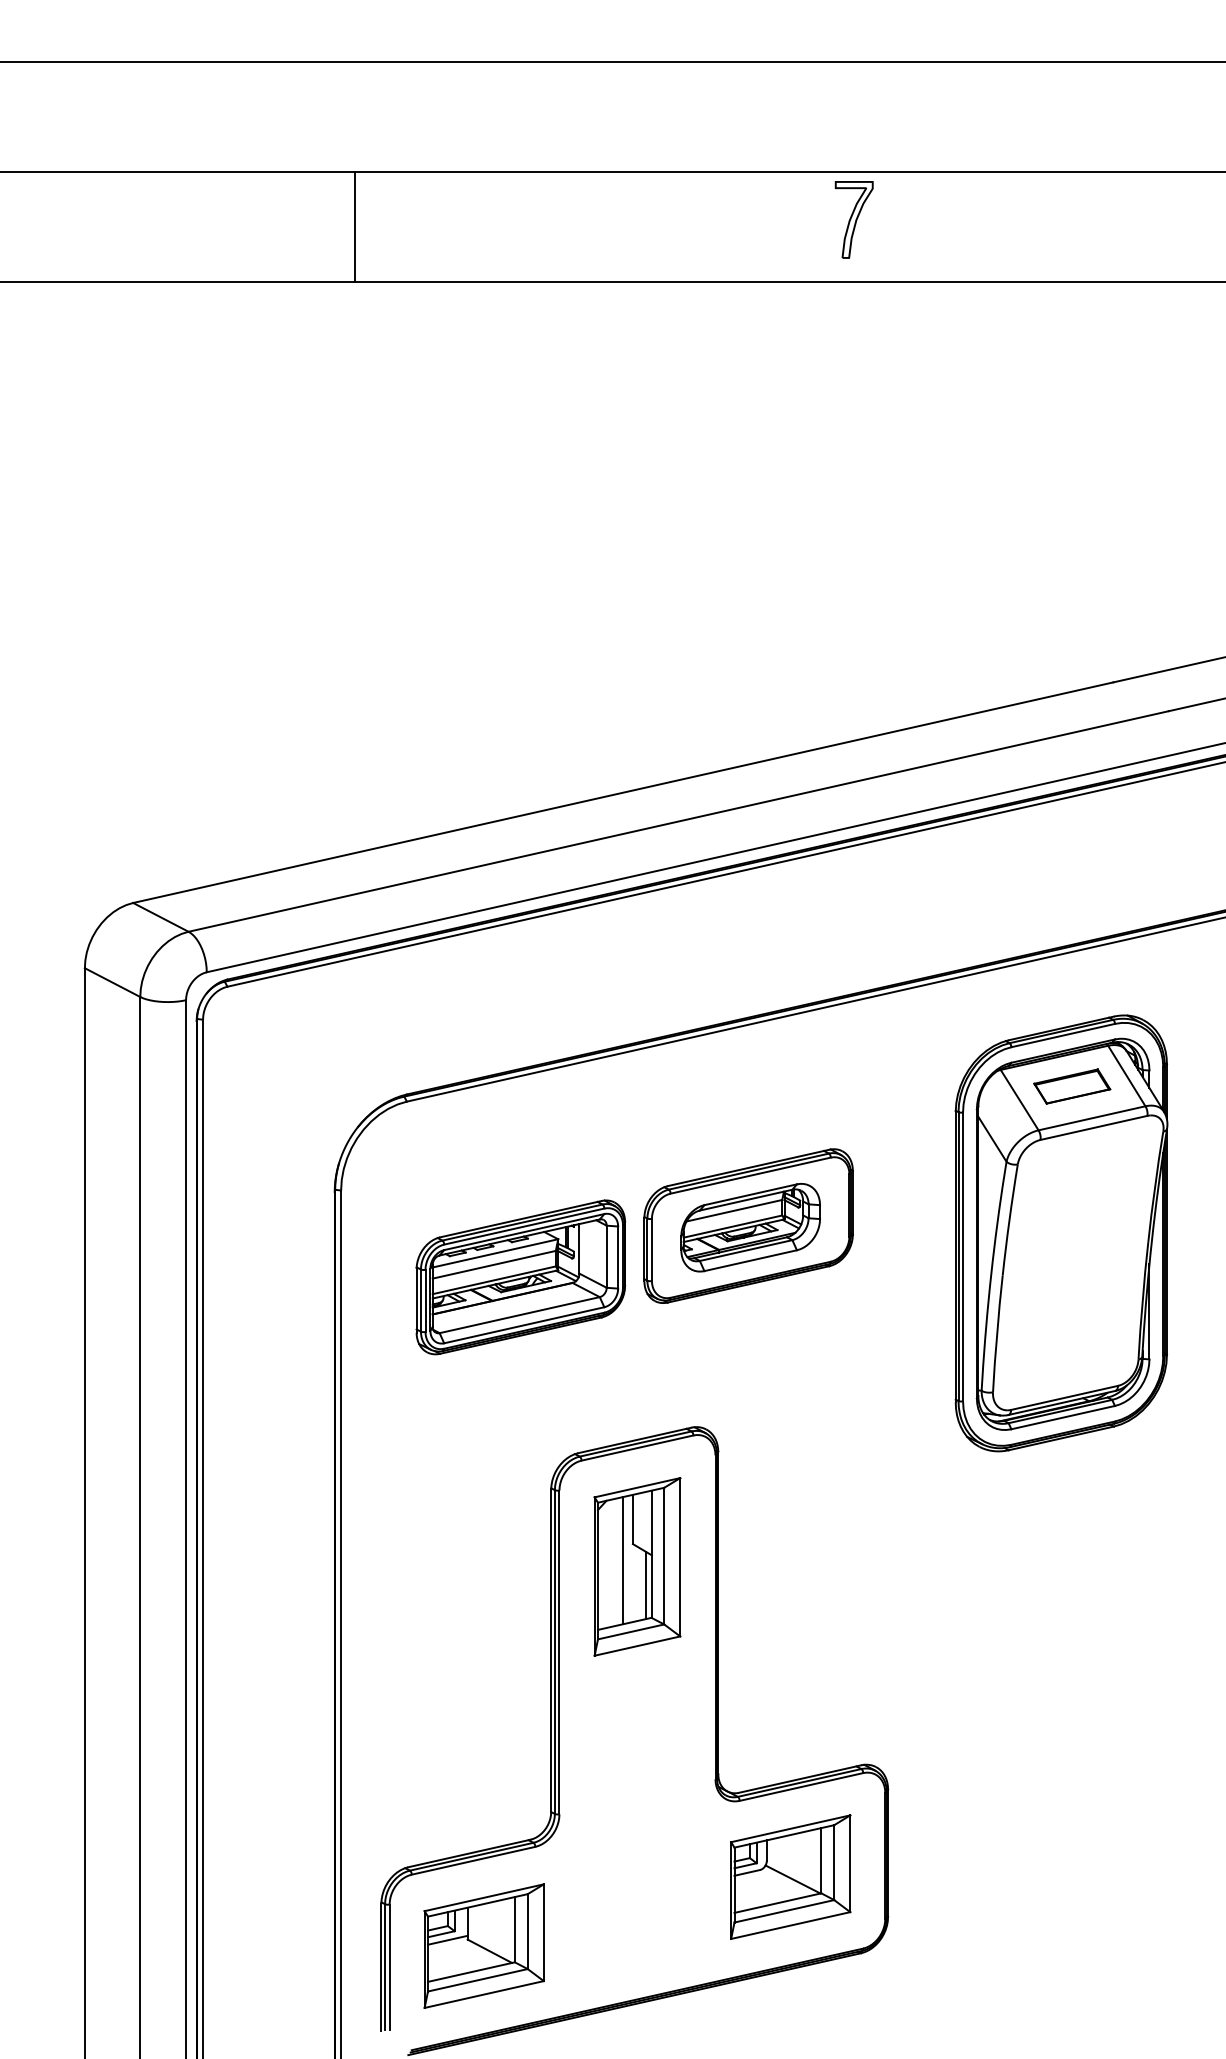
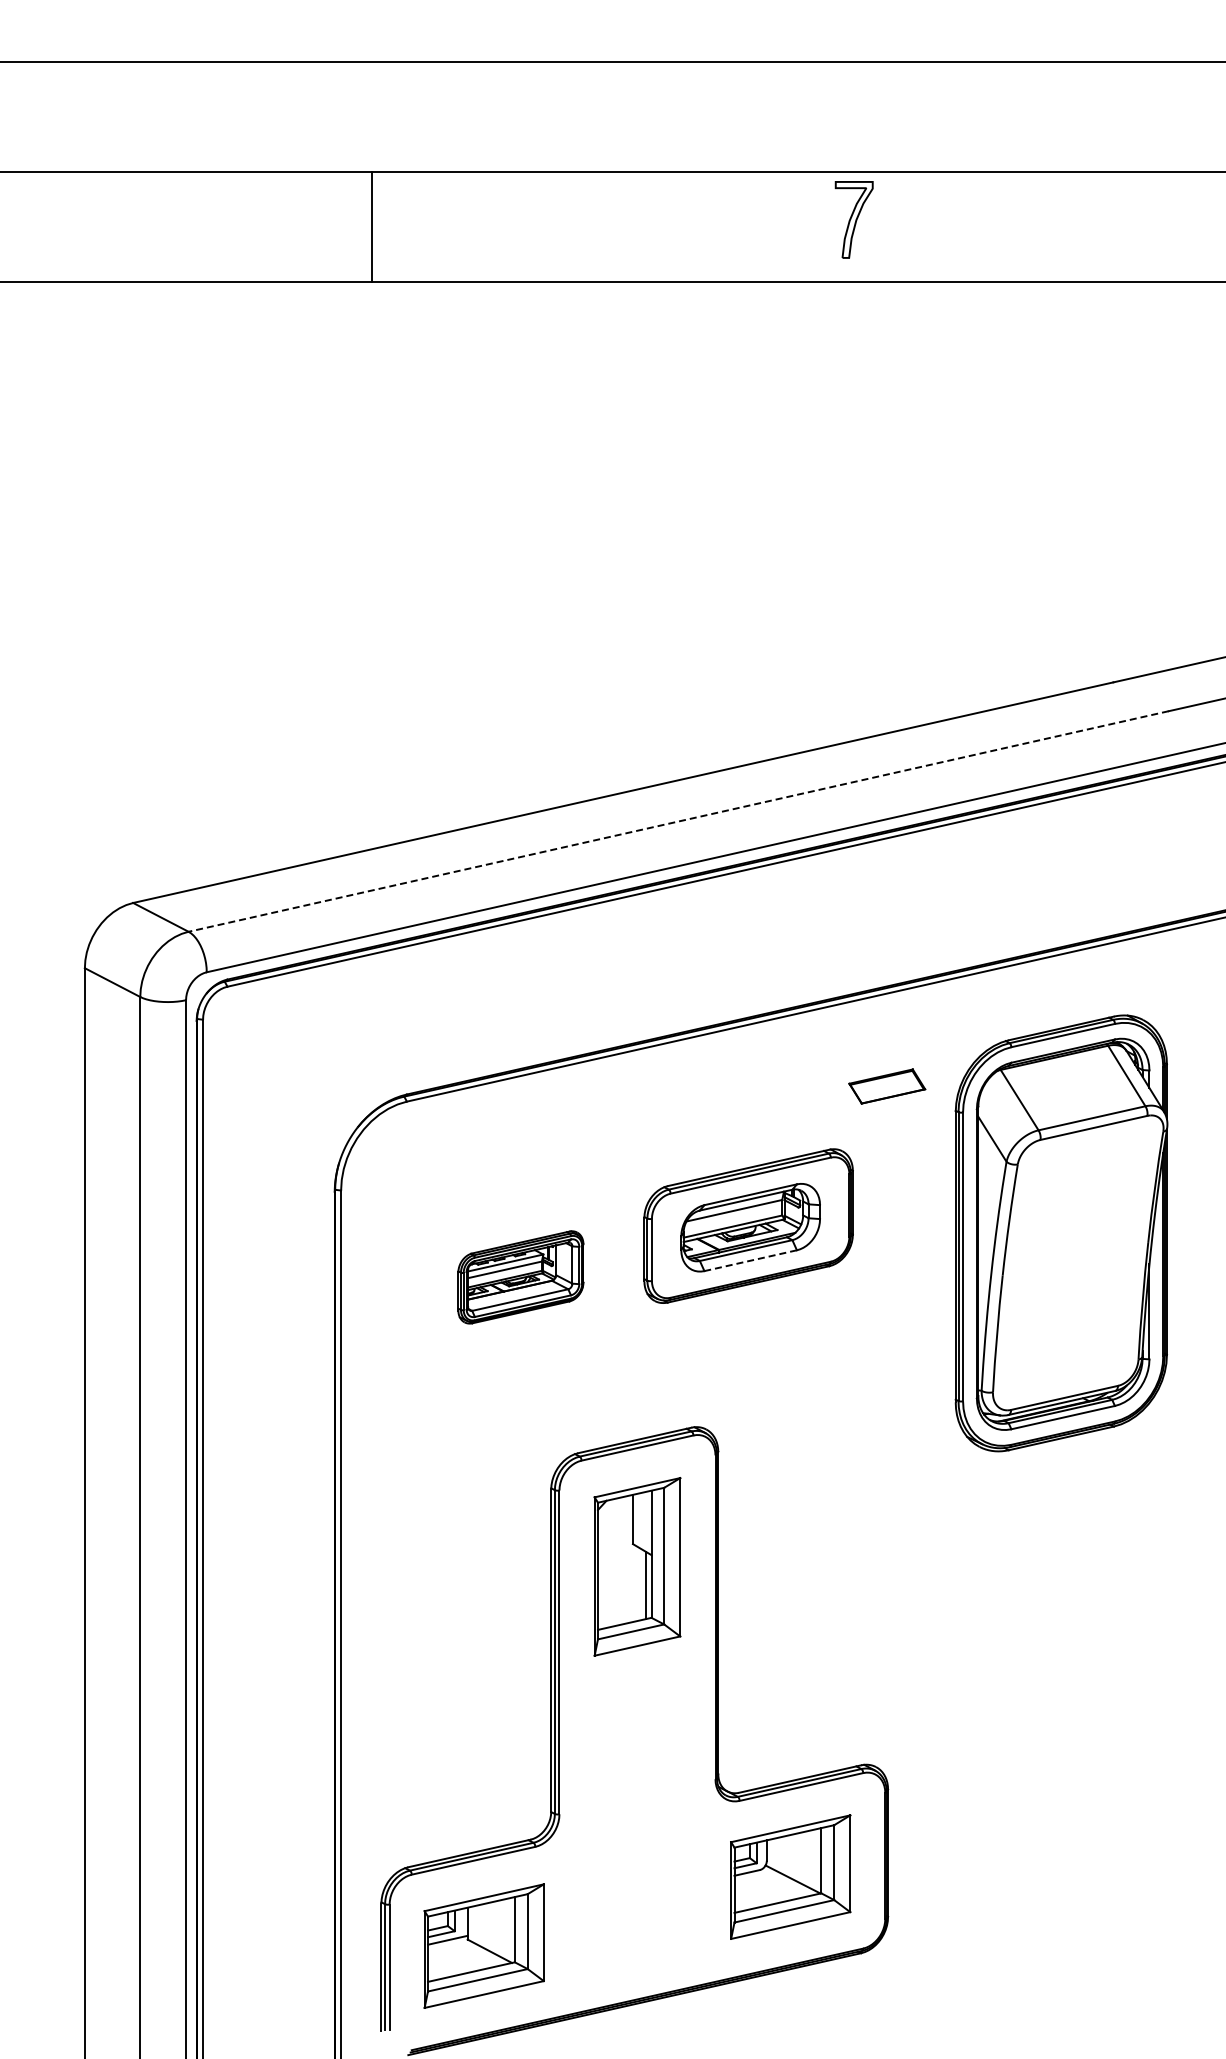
line at (355, 226) position: (355, 226) -> (372, 226)
line at (678, 821): solid -> dashed
part at (1072, 1086) position: (1072, 1086) -> (887, 1086)
line at (750, 1260): solid -> dashed
part at (520, 1277) size: 212x157 px -> 128x95 px
line at (622, 1560): present -> none
